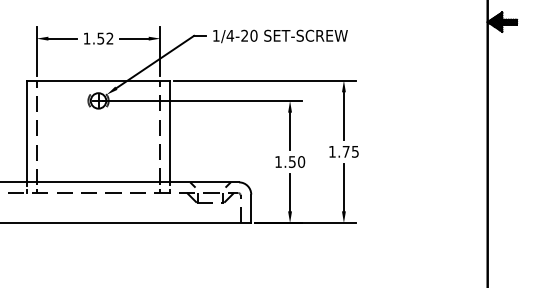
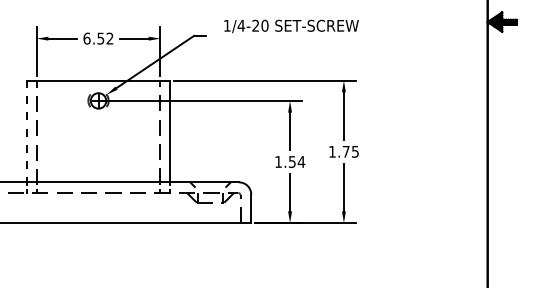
text at (280, 36) position: (280, 36) -> (291, 26)
text at (86, 38): 1.52 -> 6.52
line at (26, 132): solid -> dashed
text at (301, 161): 1.50 -> 1.54
